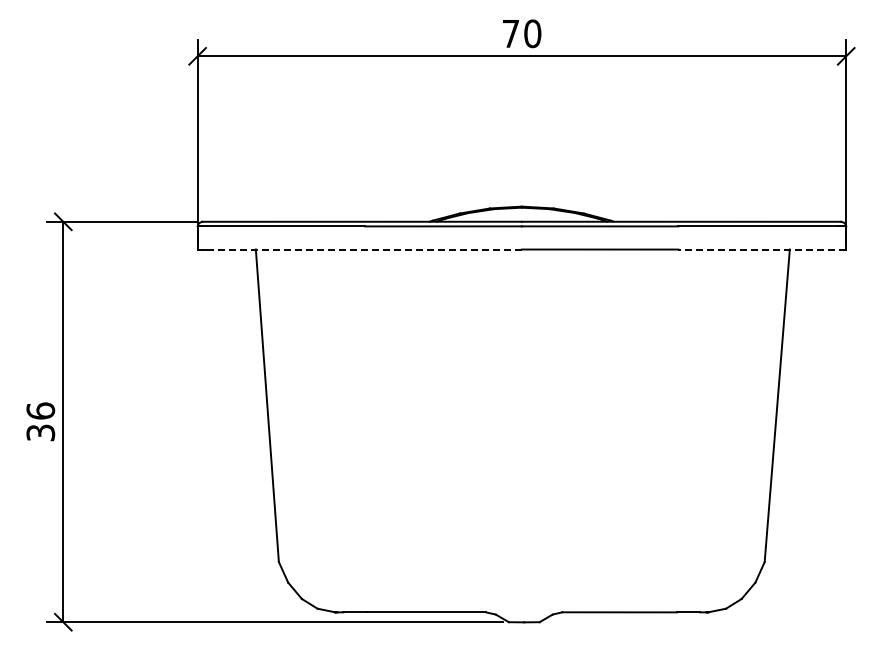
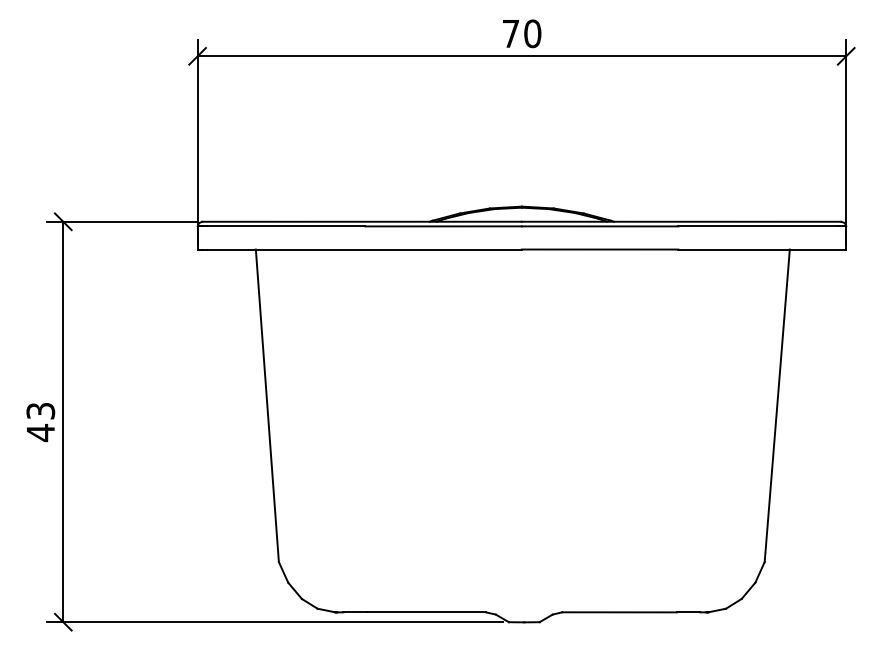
line at (363, 249): dashed -> solid
line at (762, 249): dashed -> solid
text at (40, 422): 36 -> 43
